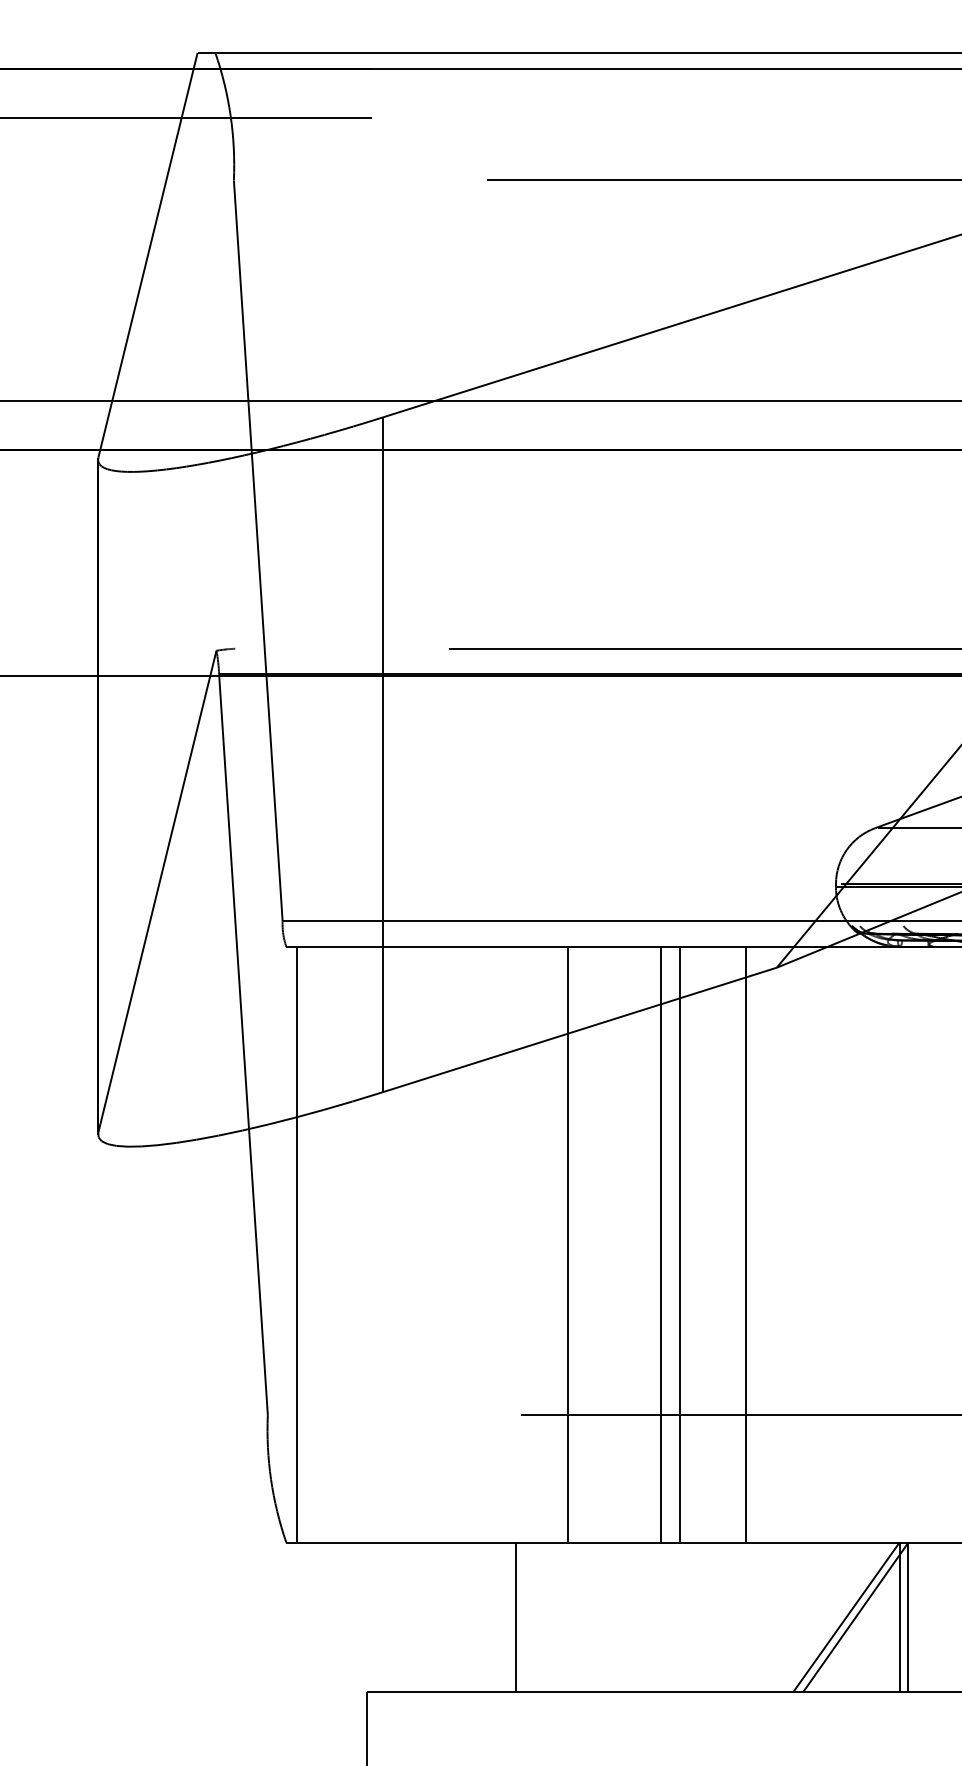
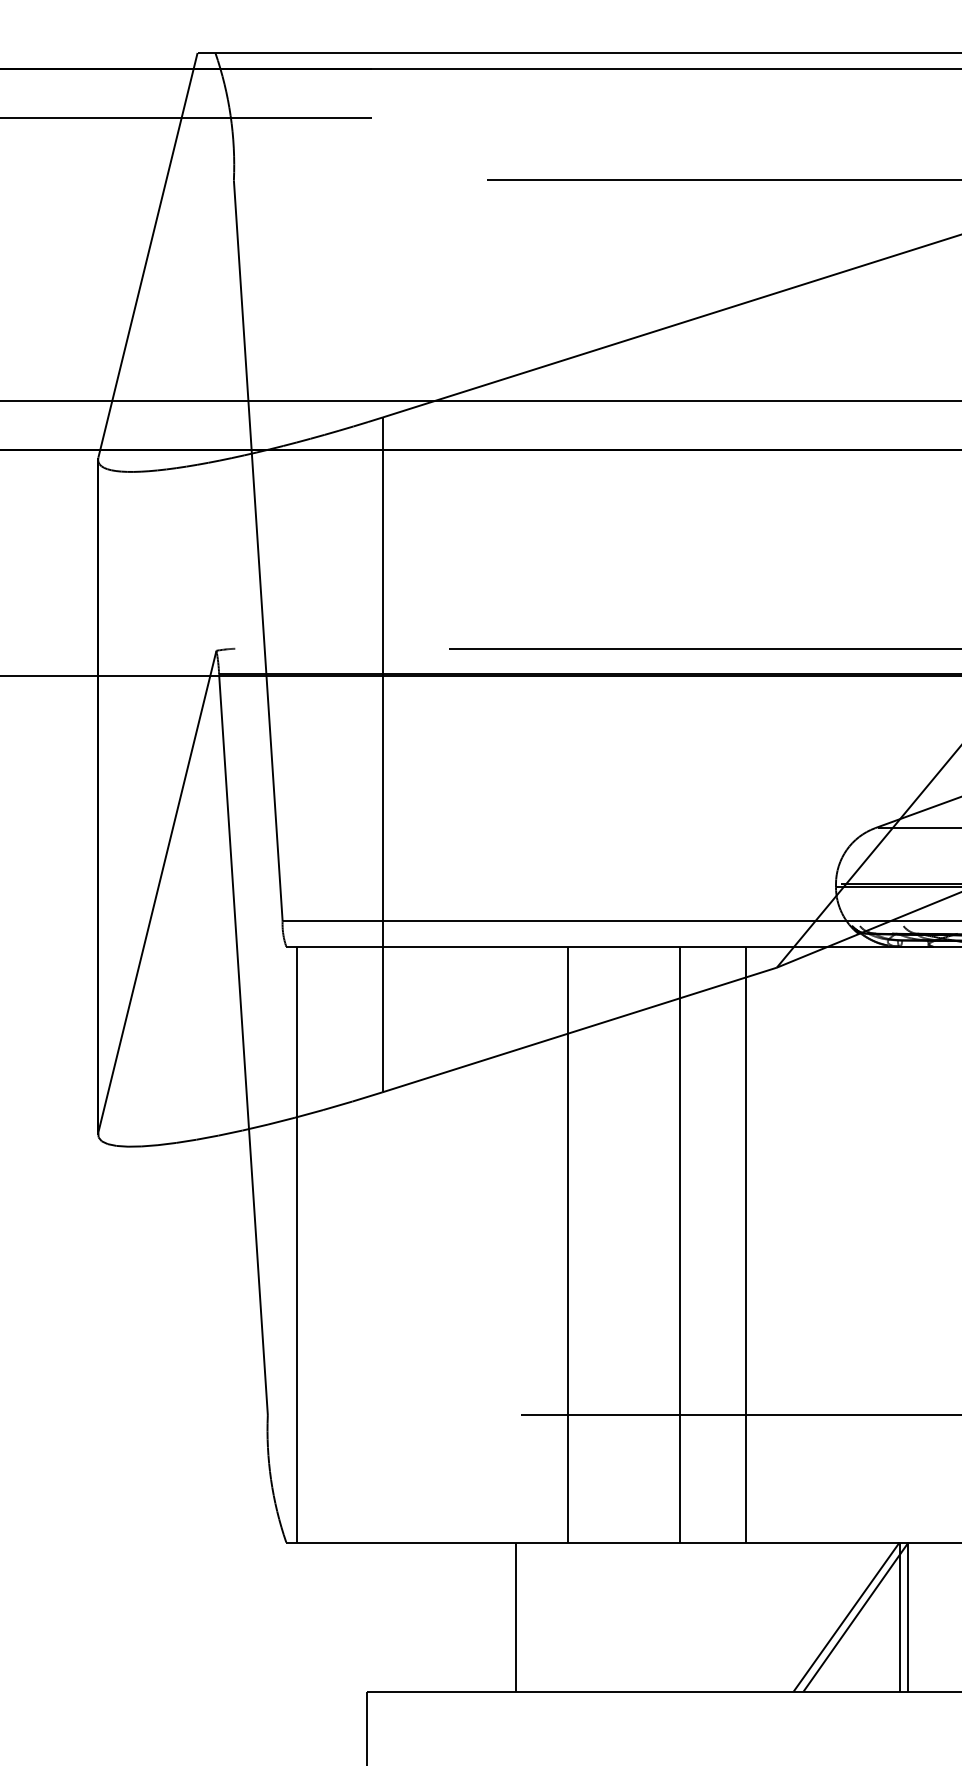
line at (661, 1244): present -> none
